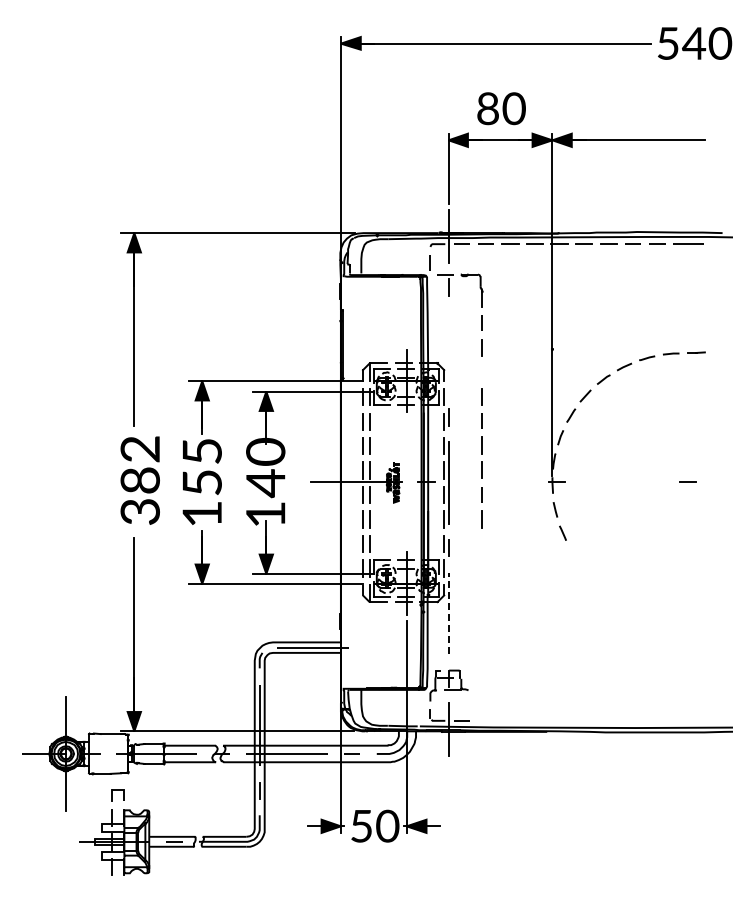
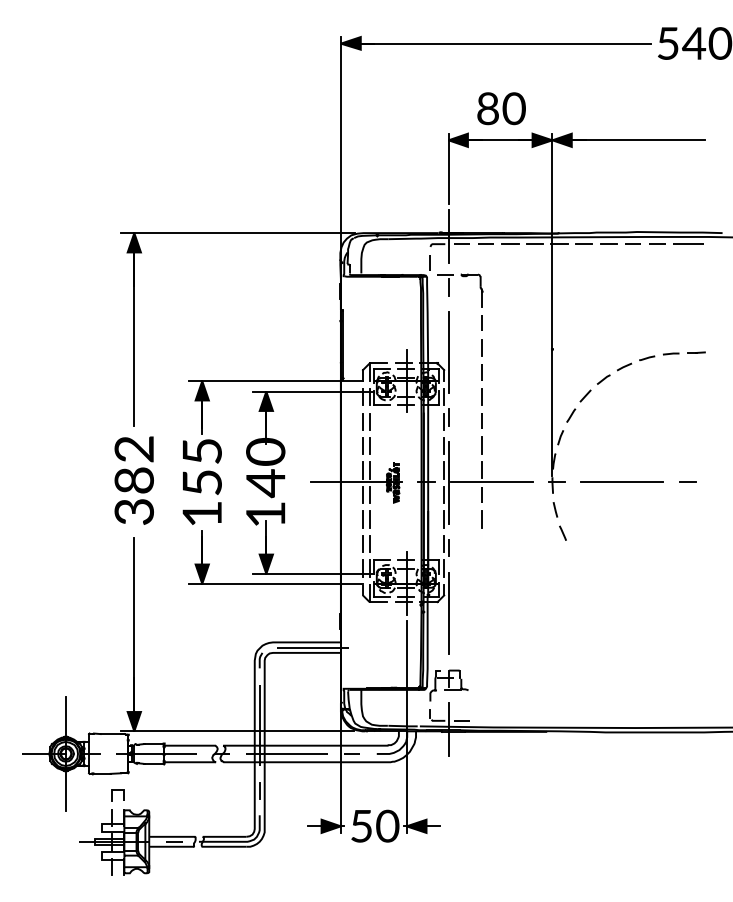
line at (448, 352): none -> present
line at (481, 372): none -> present
text at (139, 480) position: (139, 480) -> (133, 480)
line at (491, 482): none -> present
line at (621, 482): none -> present
line at (448, 613): dashed -> solid
